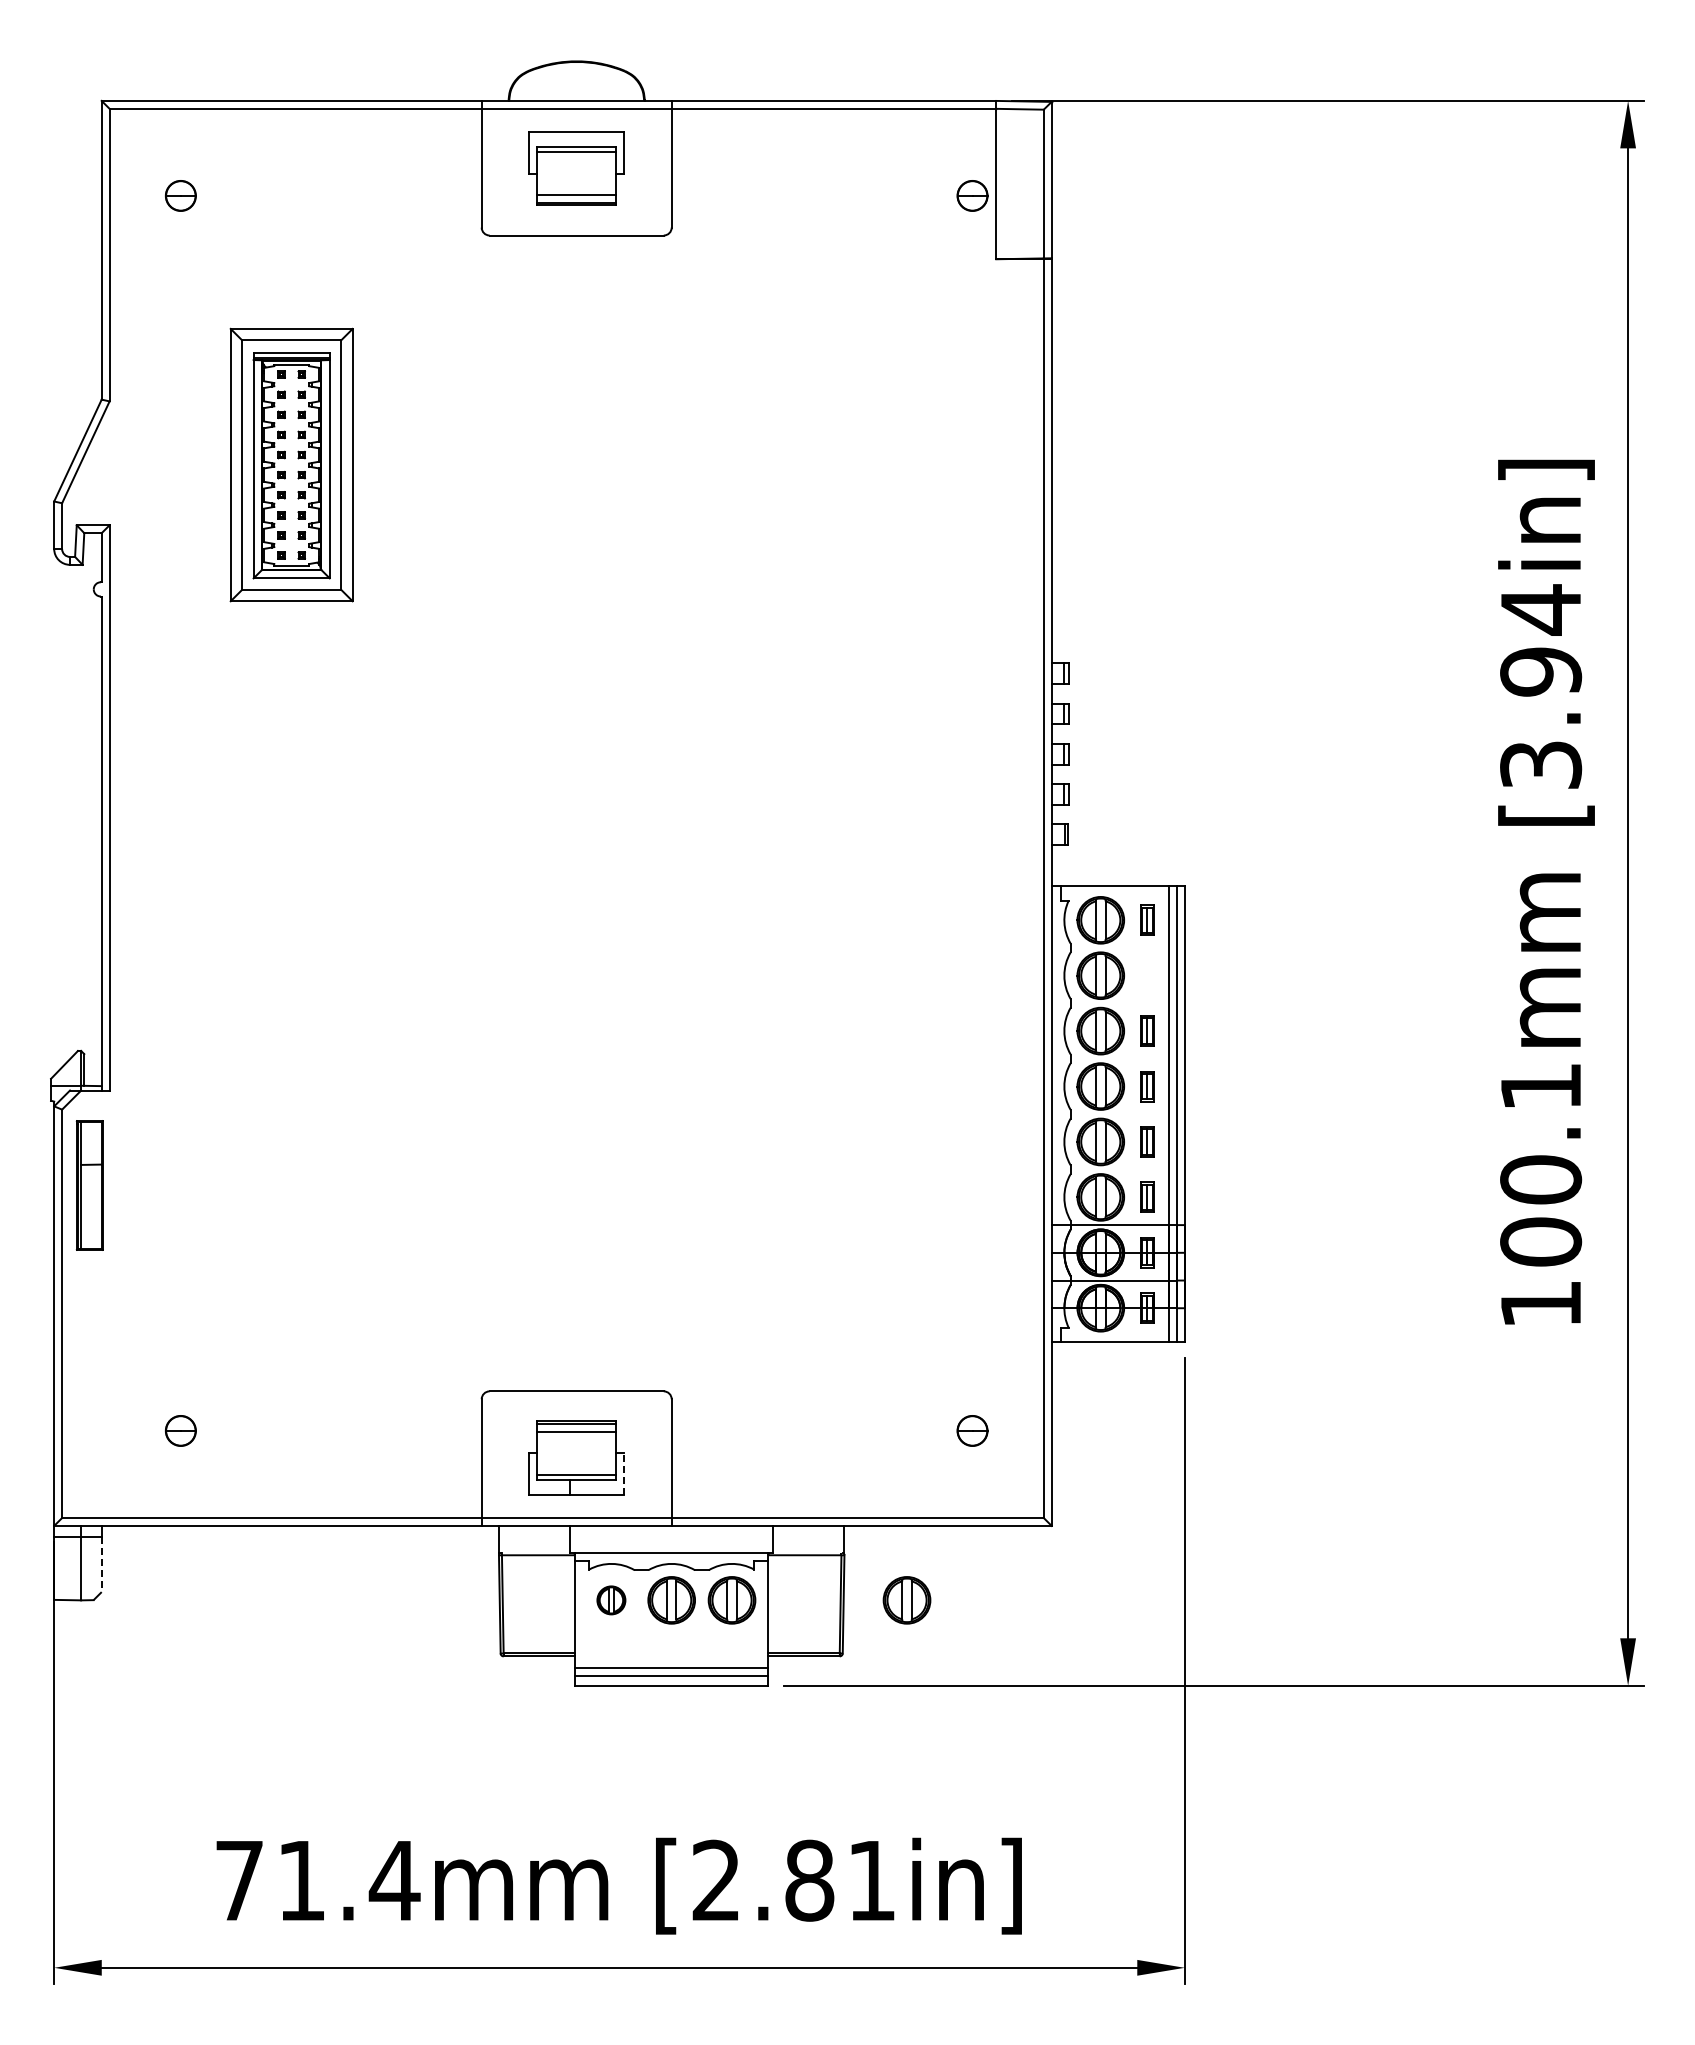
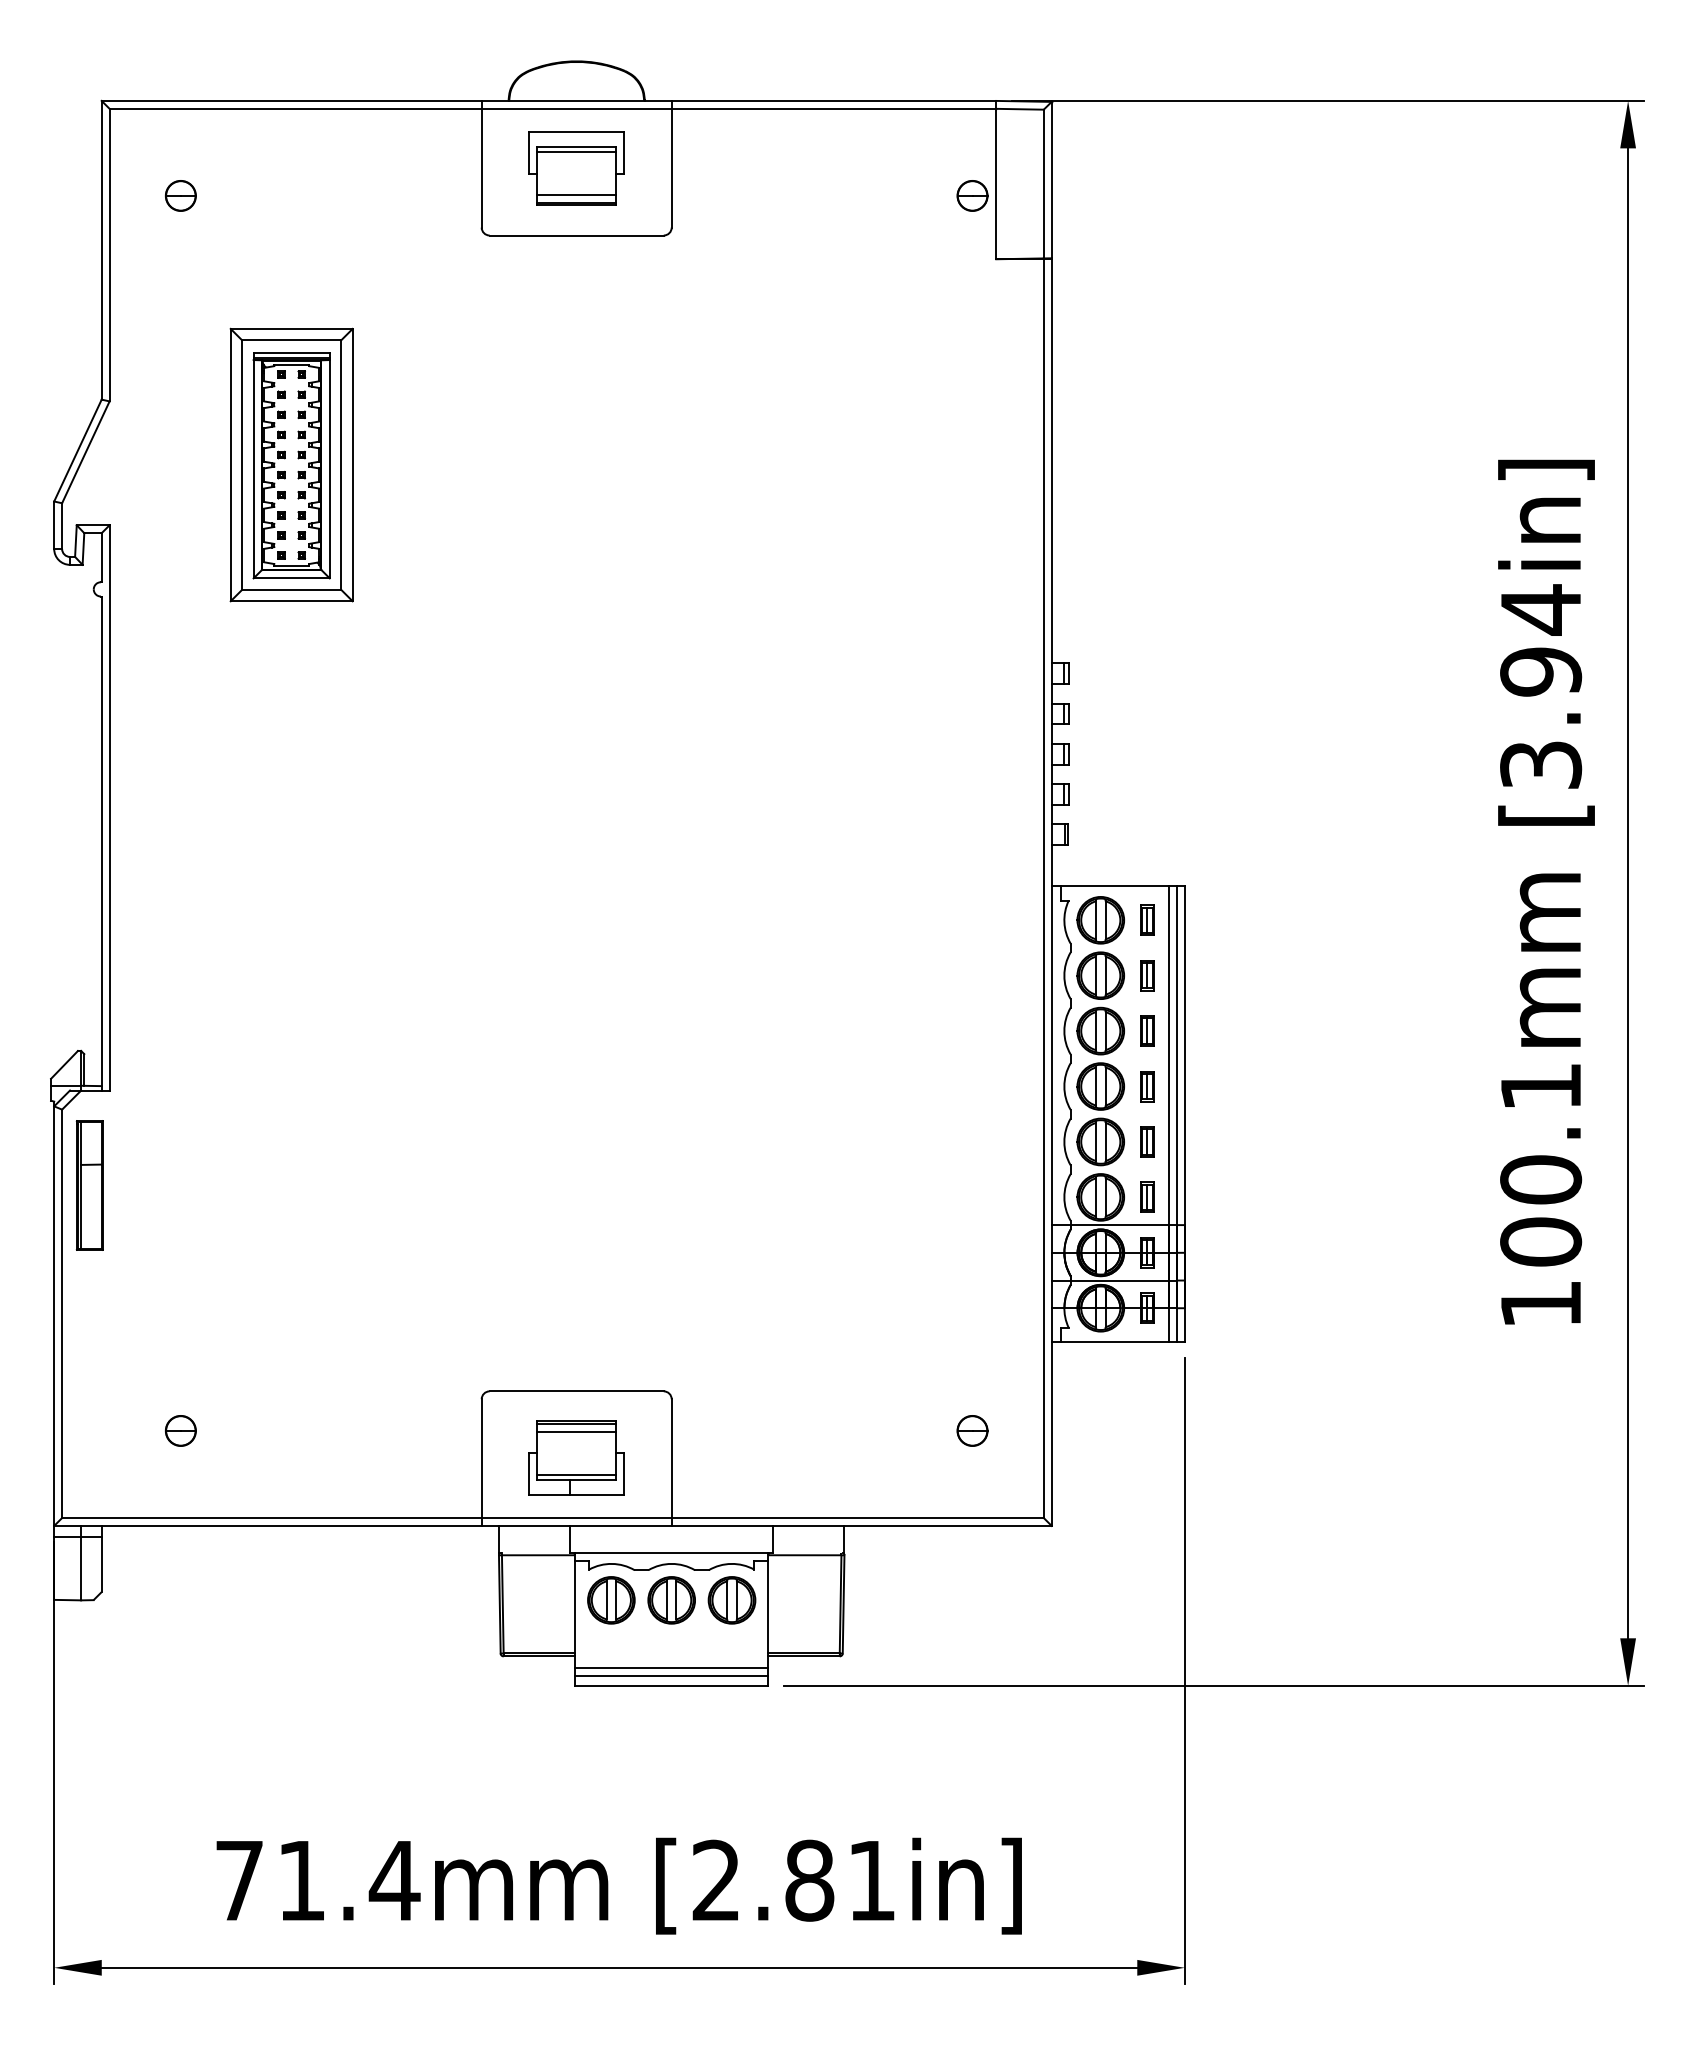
part at (1147, 975): none -> present
line at (624, 1473): dashed -> solid
line at (101, 1564): dashed -> solid
part at (611, 1600) size: 31x31 px -> 49x49 px
part at (906, 1600): present -> none
